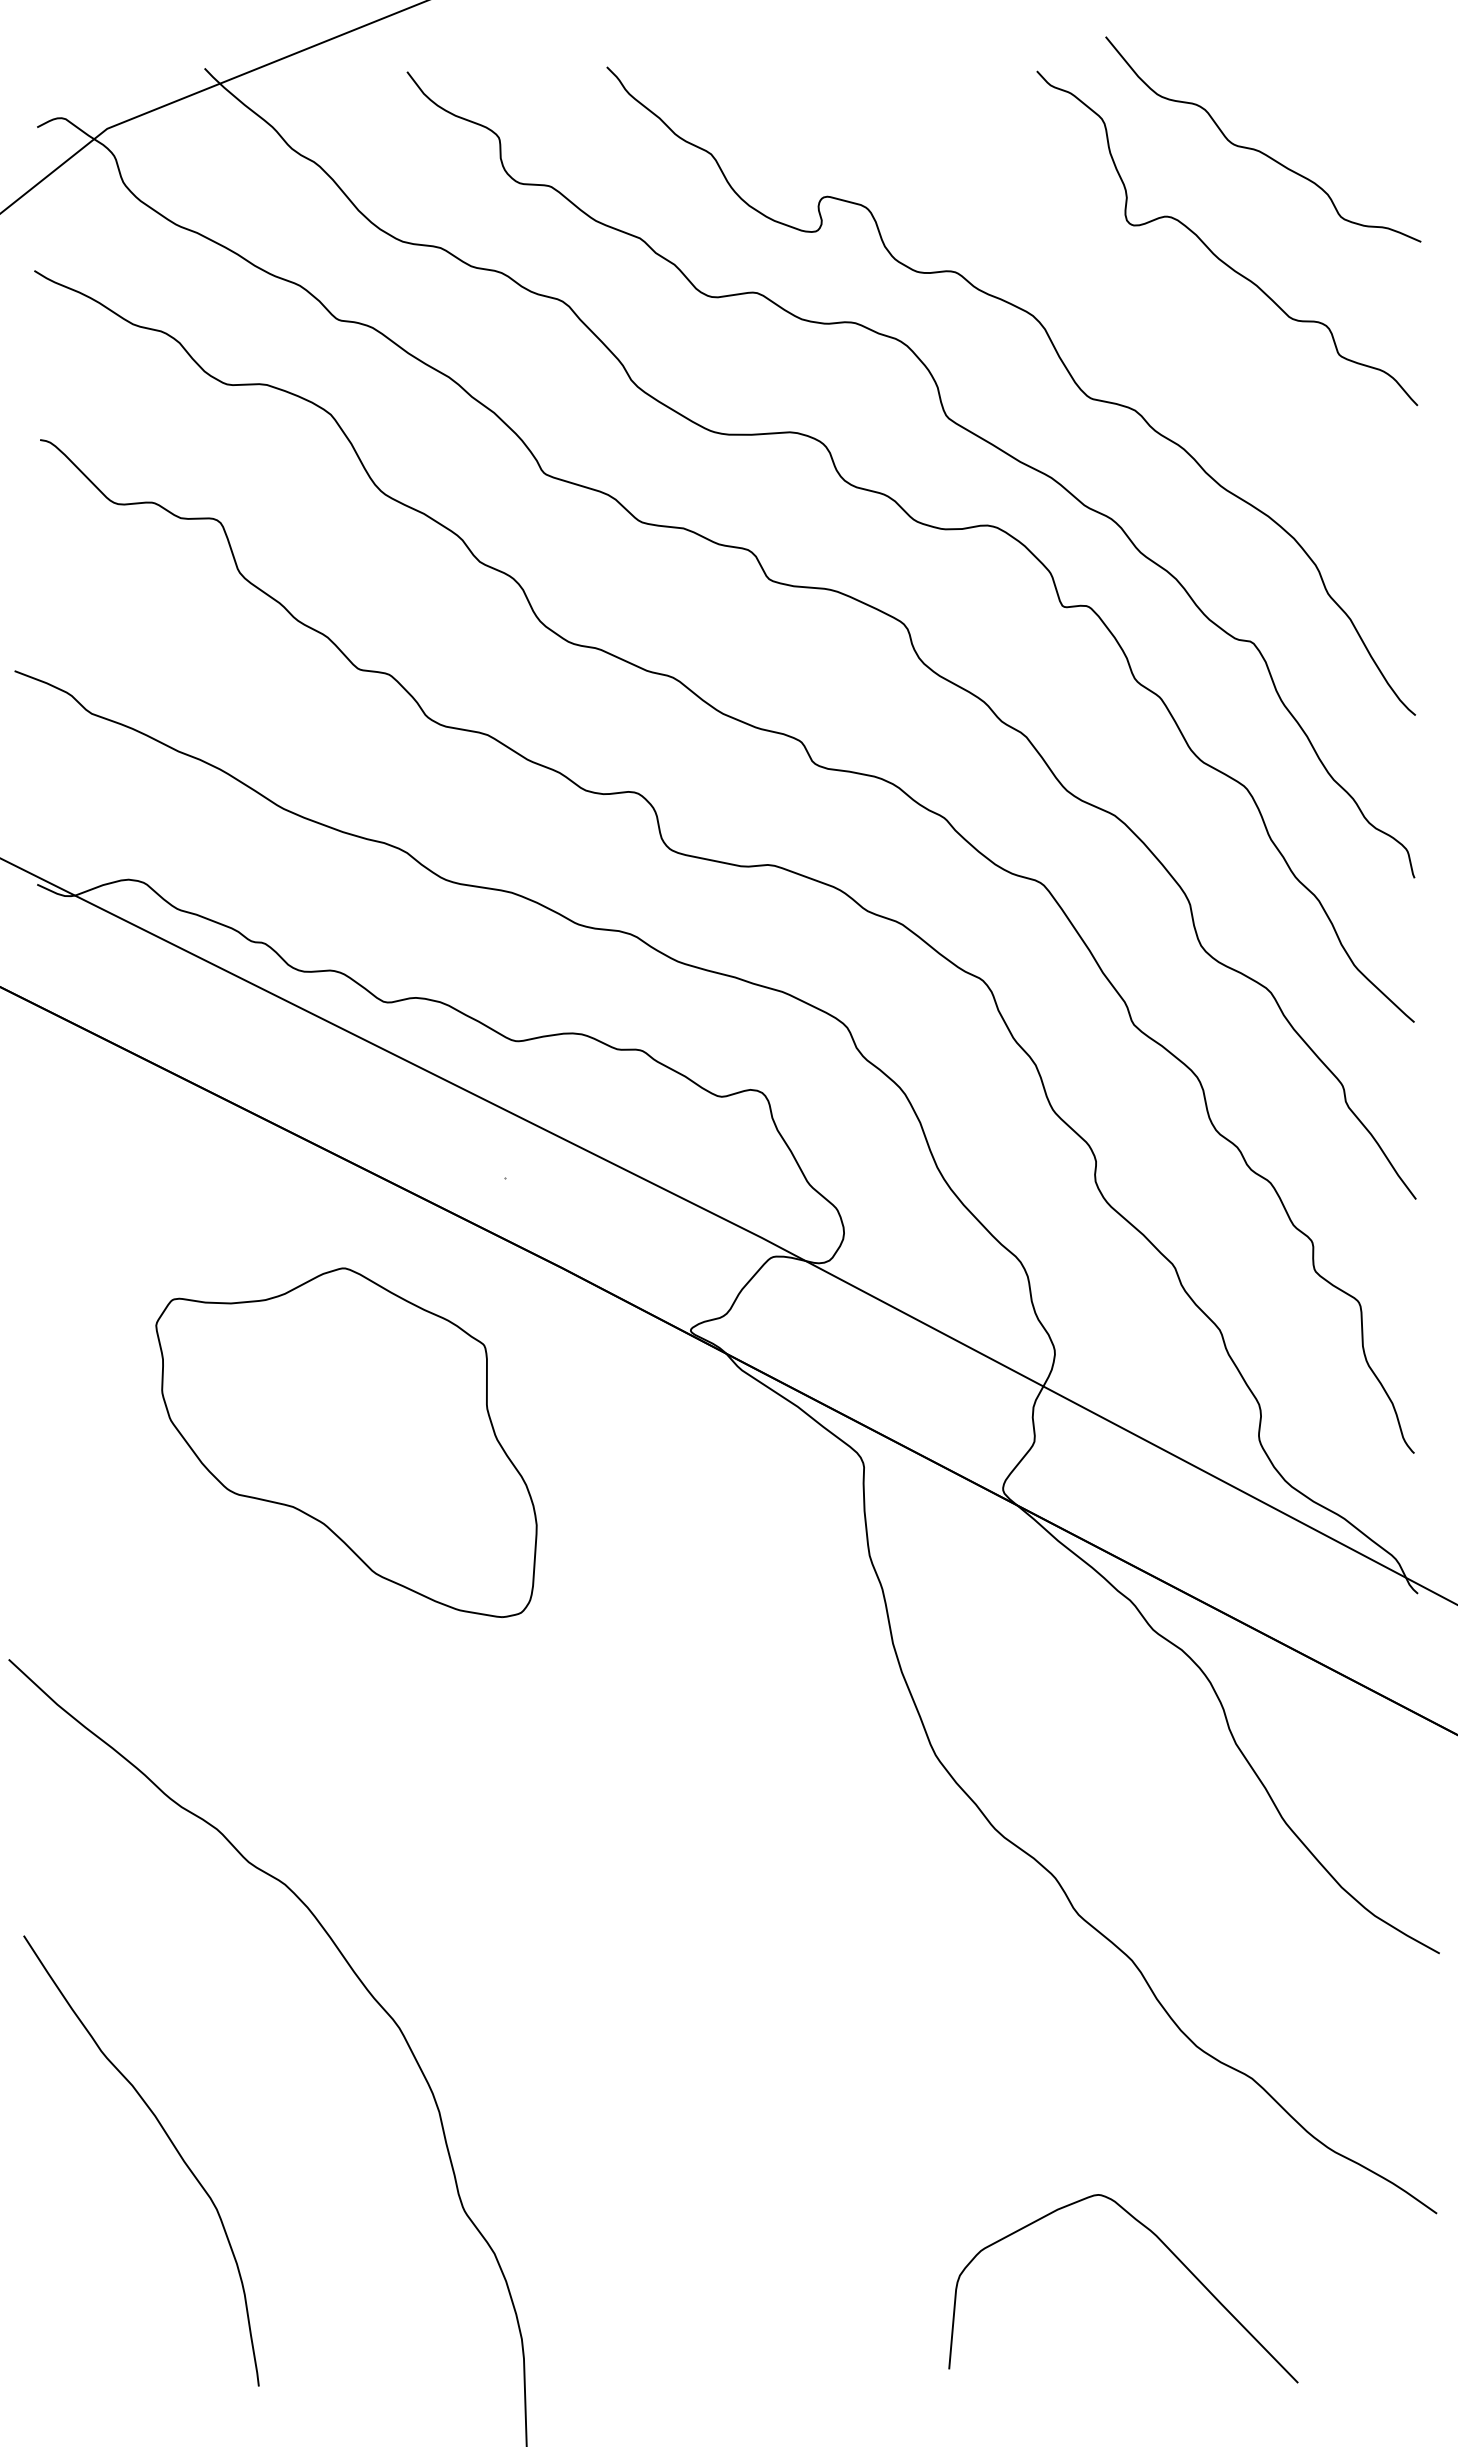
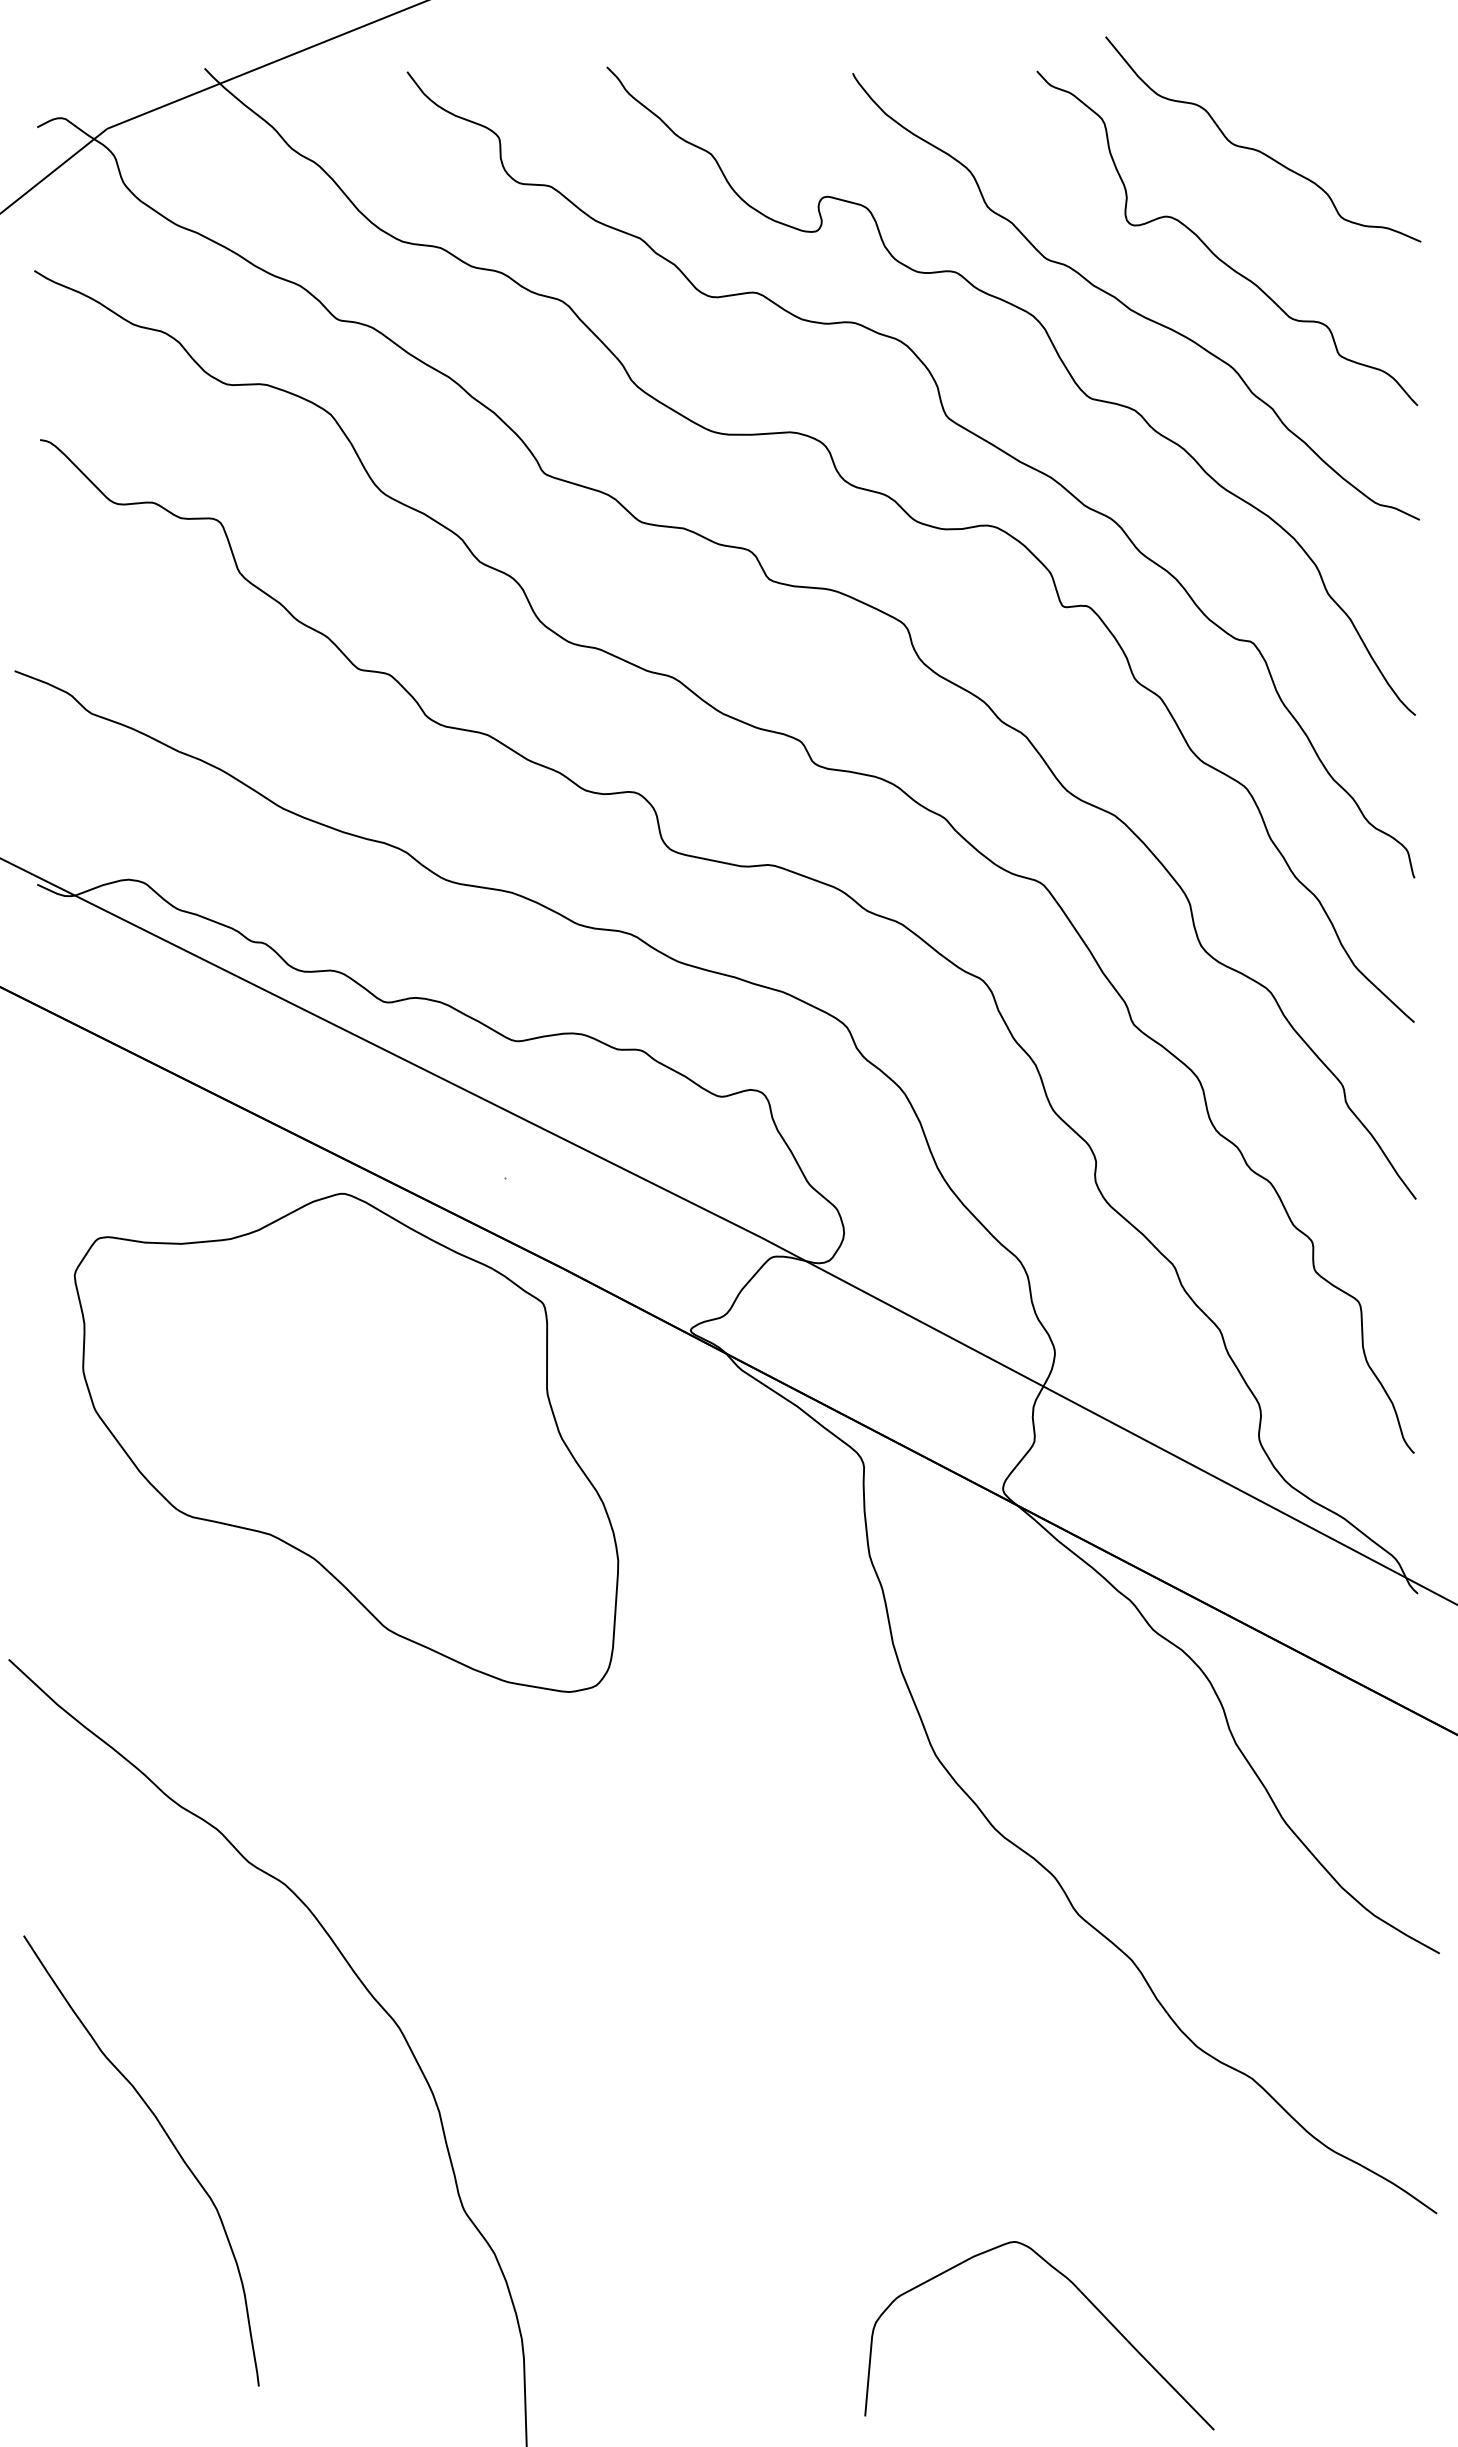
curve at (1128, 306): none -> present
part at (346, 1442) size: 383x351 px -> 547x501 px
curve at (1170, 2252) position: (1170, 2252) -> (1086, 2299)
